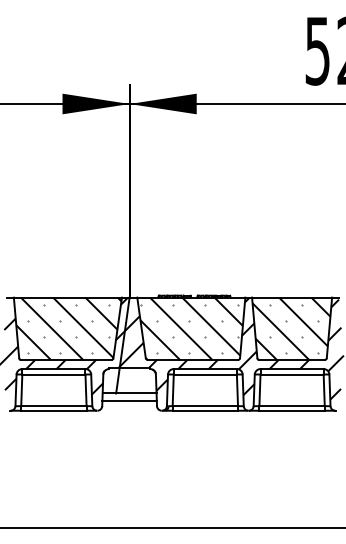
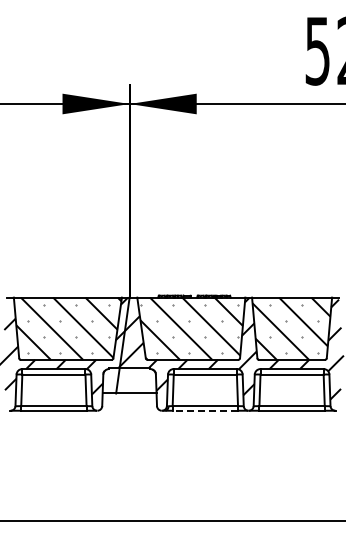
line at (129, 401): present -> none
line at (205, 410): solid -> dashed
line at (172, 527) position: (172, 527) -> (172, 520)
